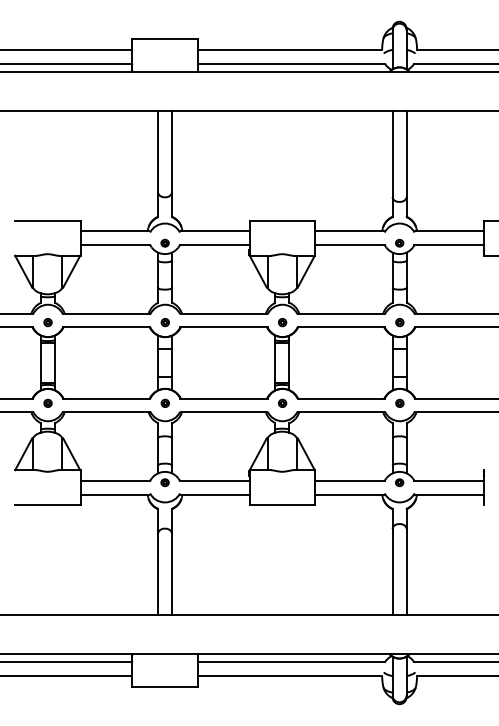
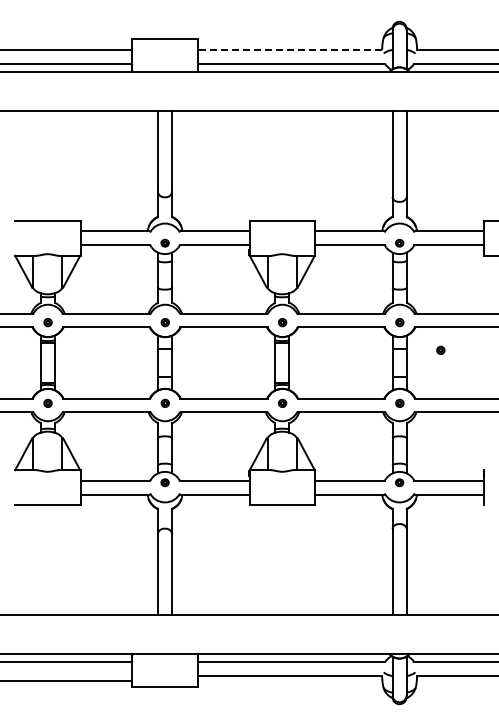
line at (289, 49): solid -> dashed
part at (440, 349): none -> present
line at (67, 676) position: (67, 676) -> (67, 681)
